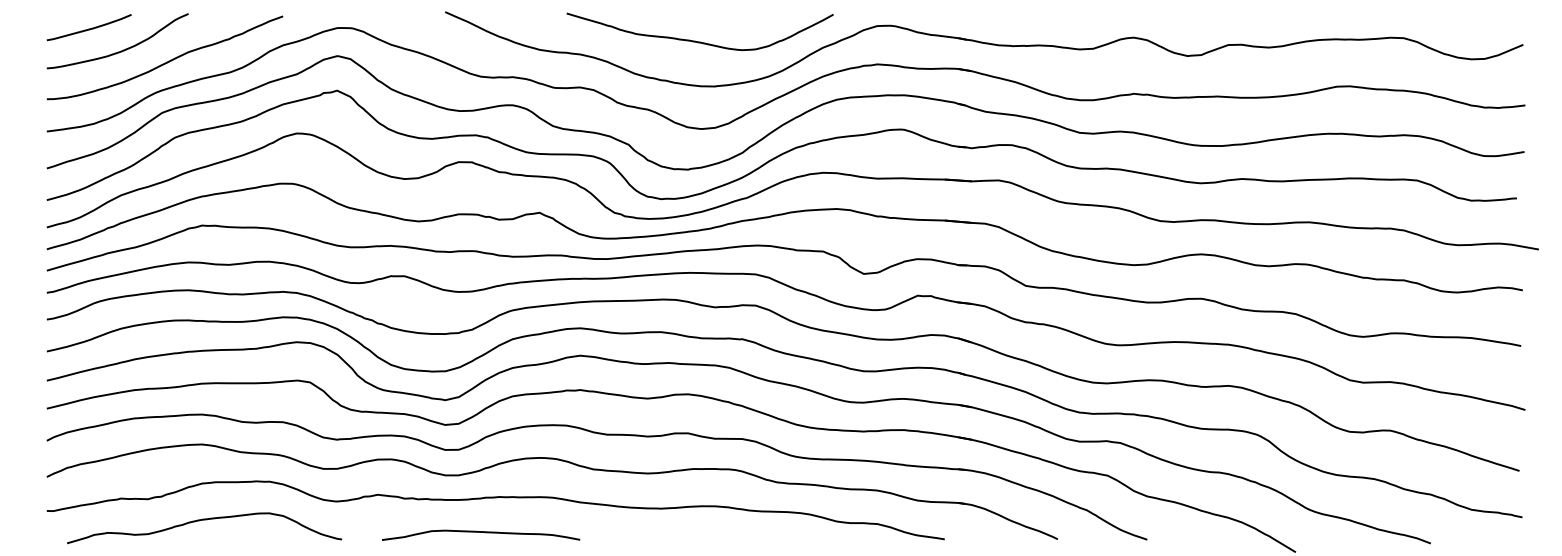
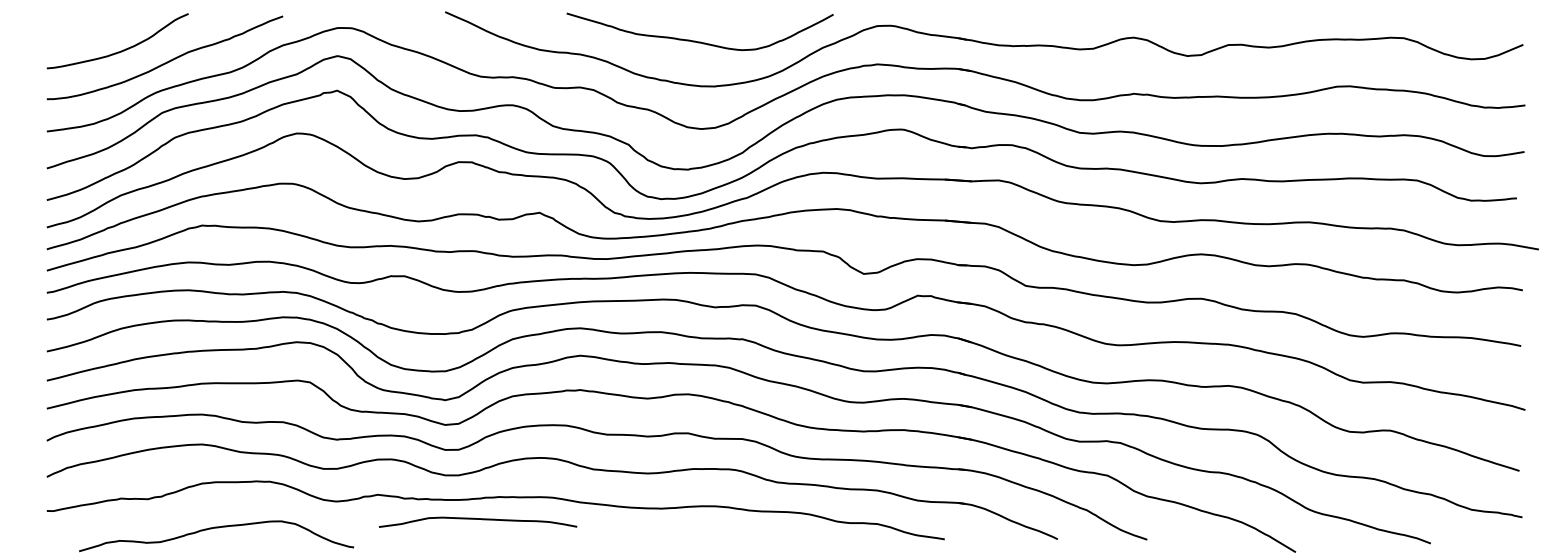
curve at (88, 28): present -> none
curve at (204, 520) position: (204, 520) -> (216, 528)
curve at (481, 532) position: (481, 532) -> (478, 519)
